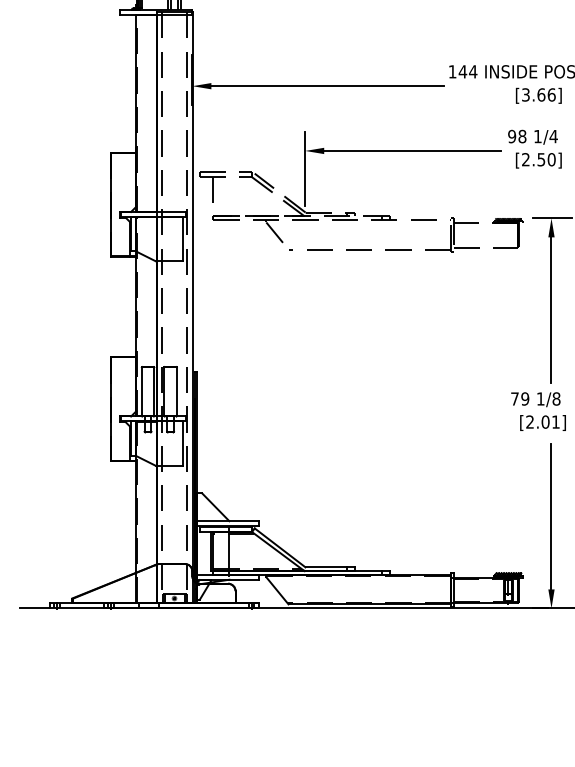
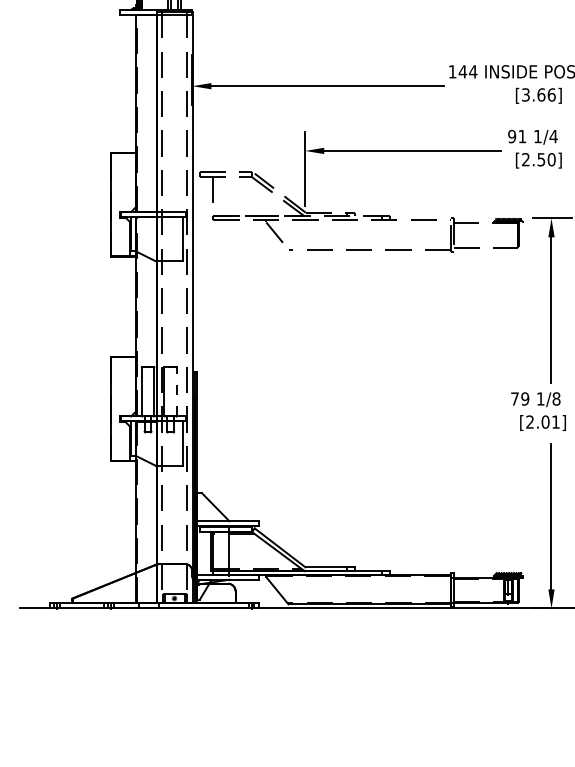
text at (522, 136): 98 -> 91
line at (176, 391): solid -> dashed
